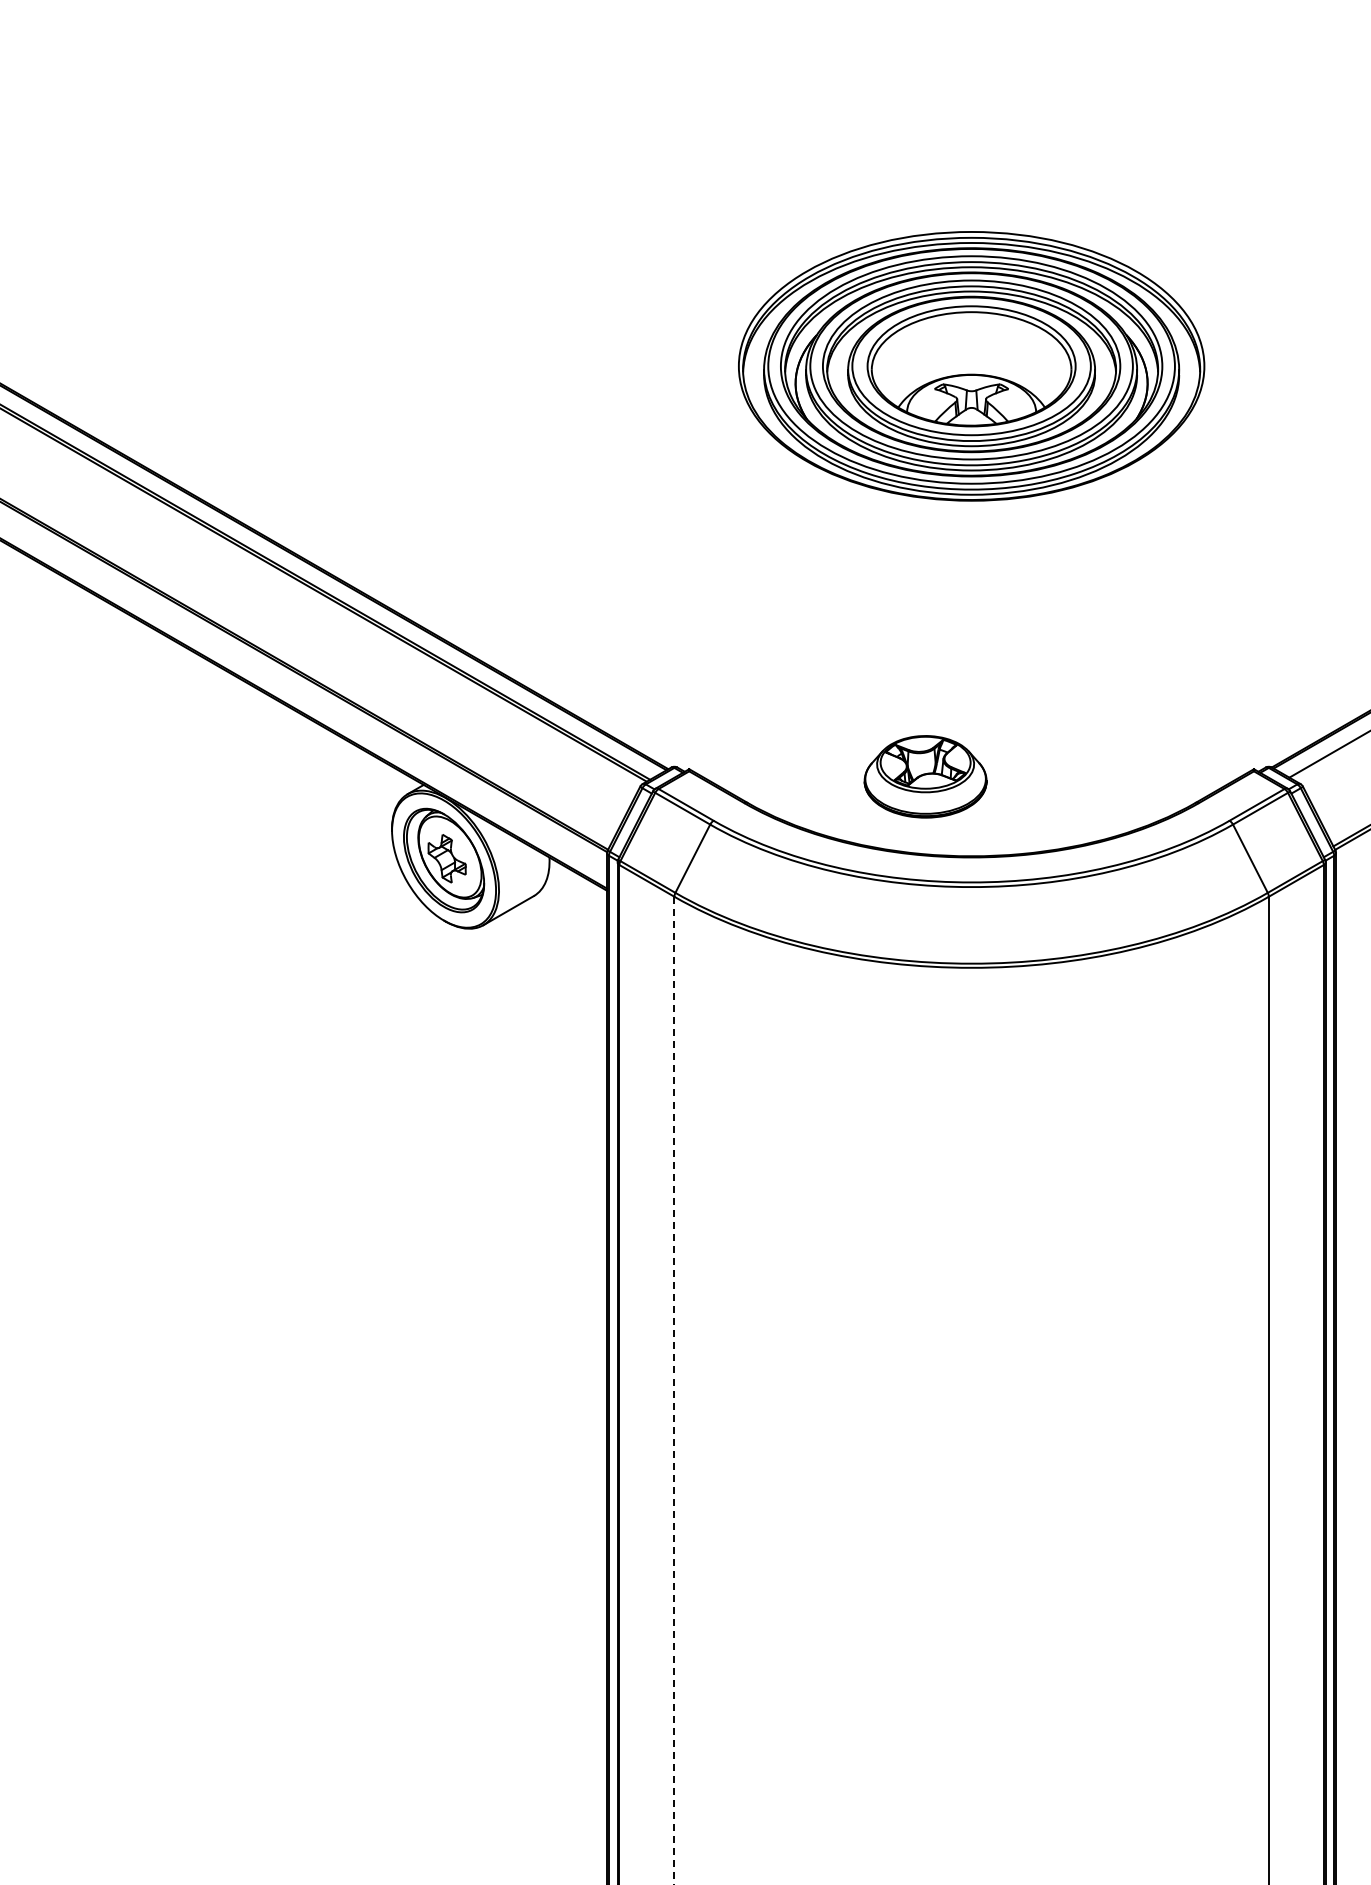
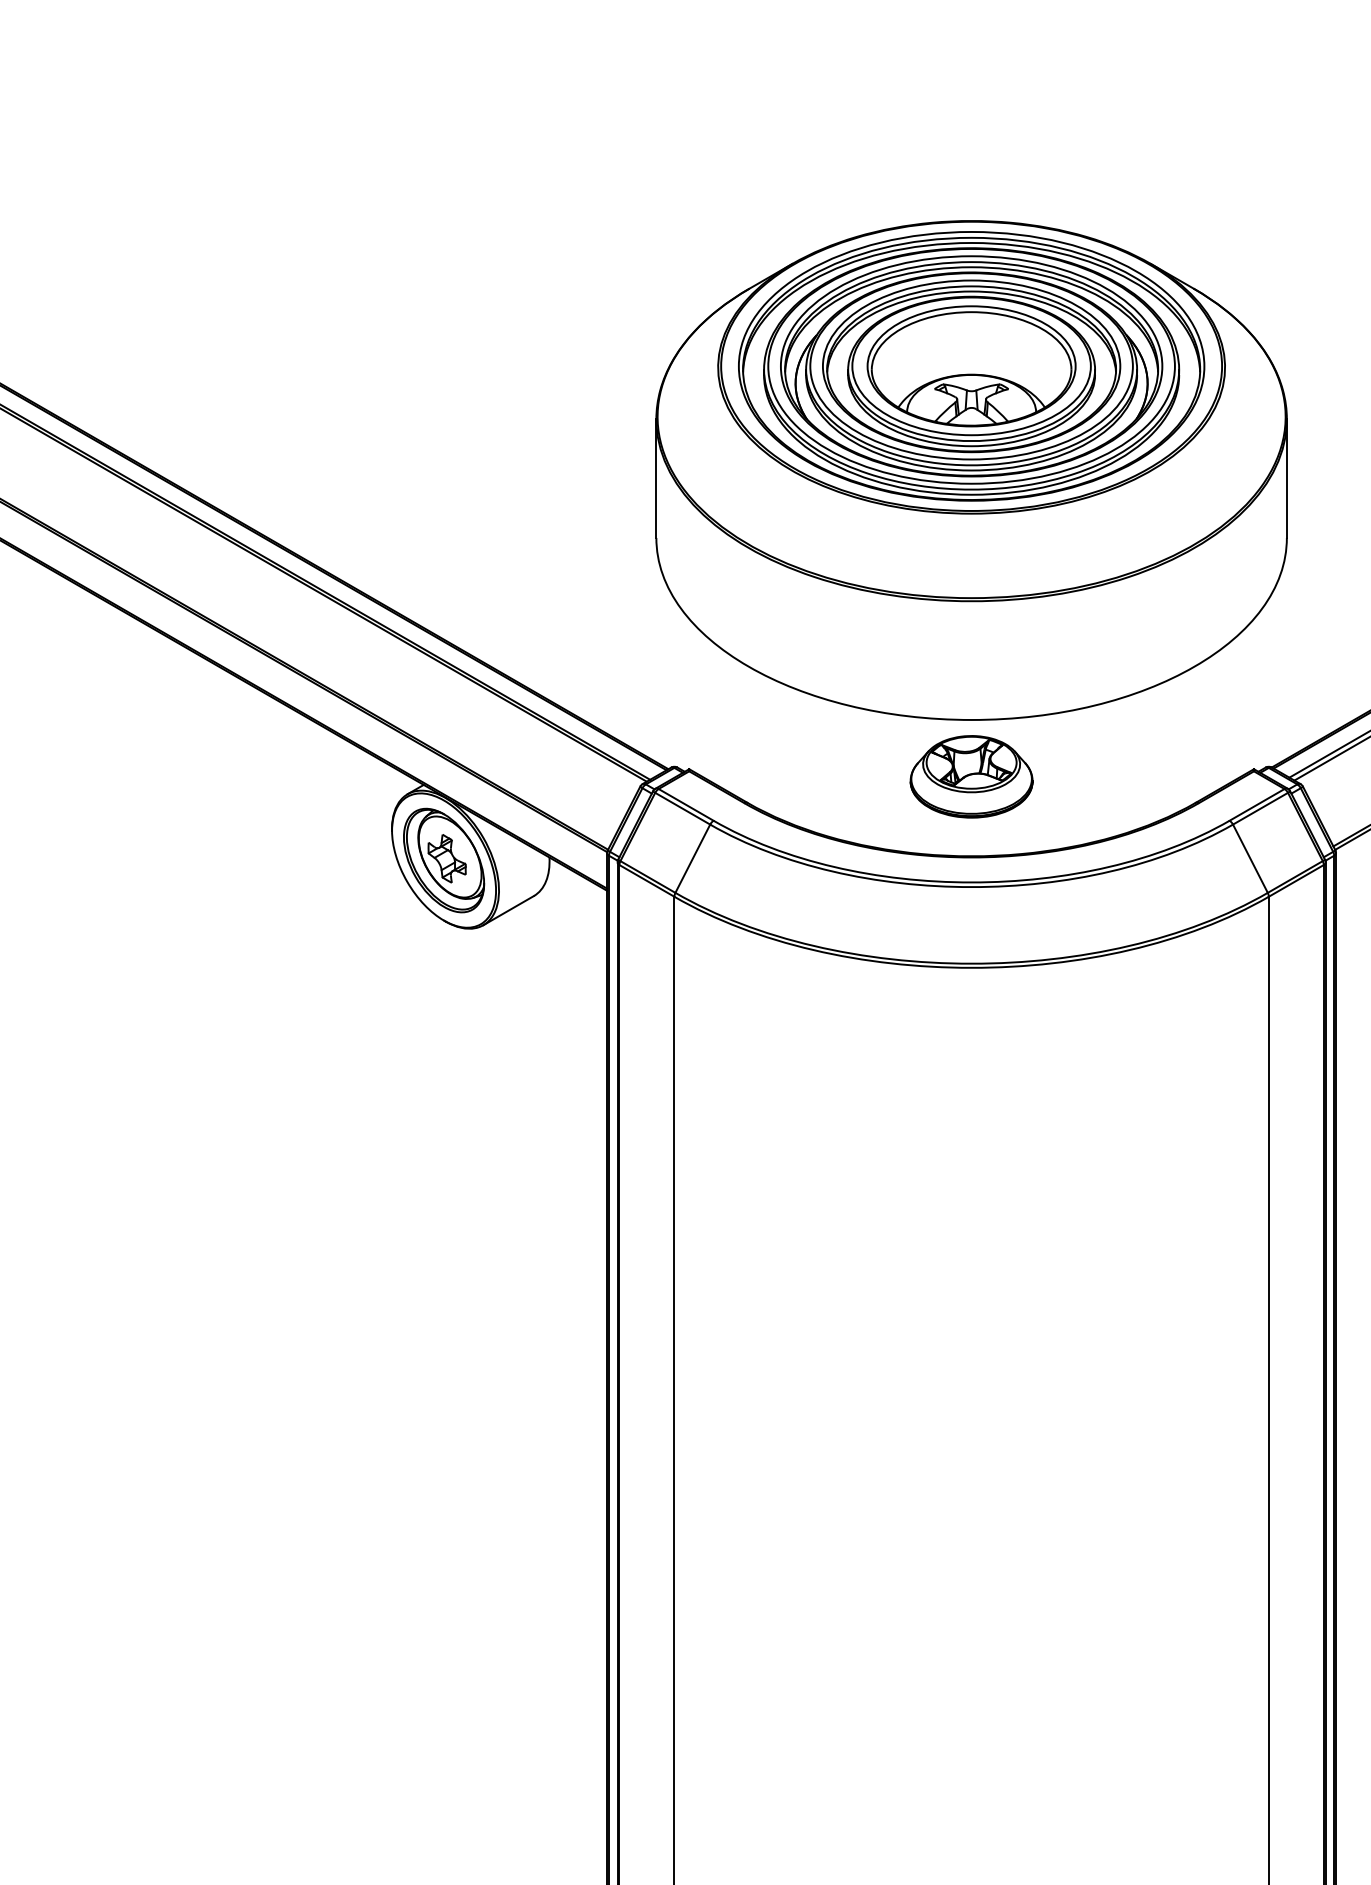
part at (971, 470): none -> present
line at (1330, 759): none -> present
part at (925, 776) position: (925, 776) -> (971, 776)
line at (674, 1390): dashed -> solid
